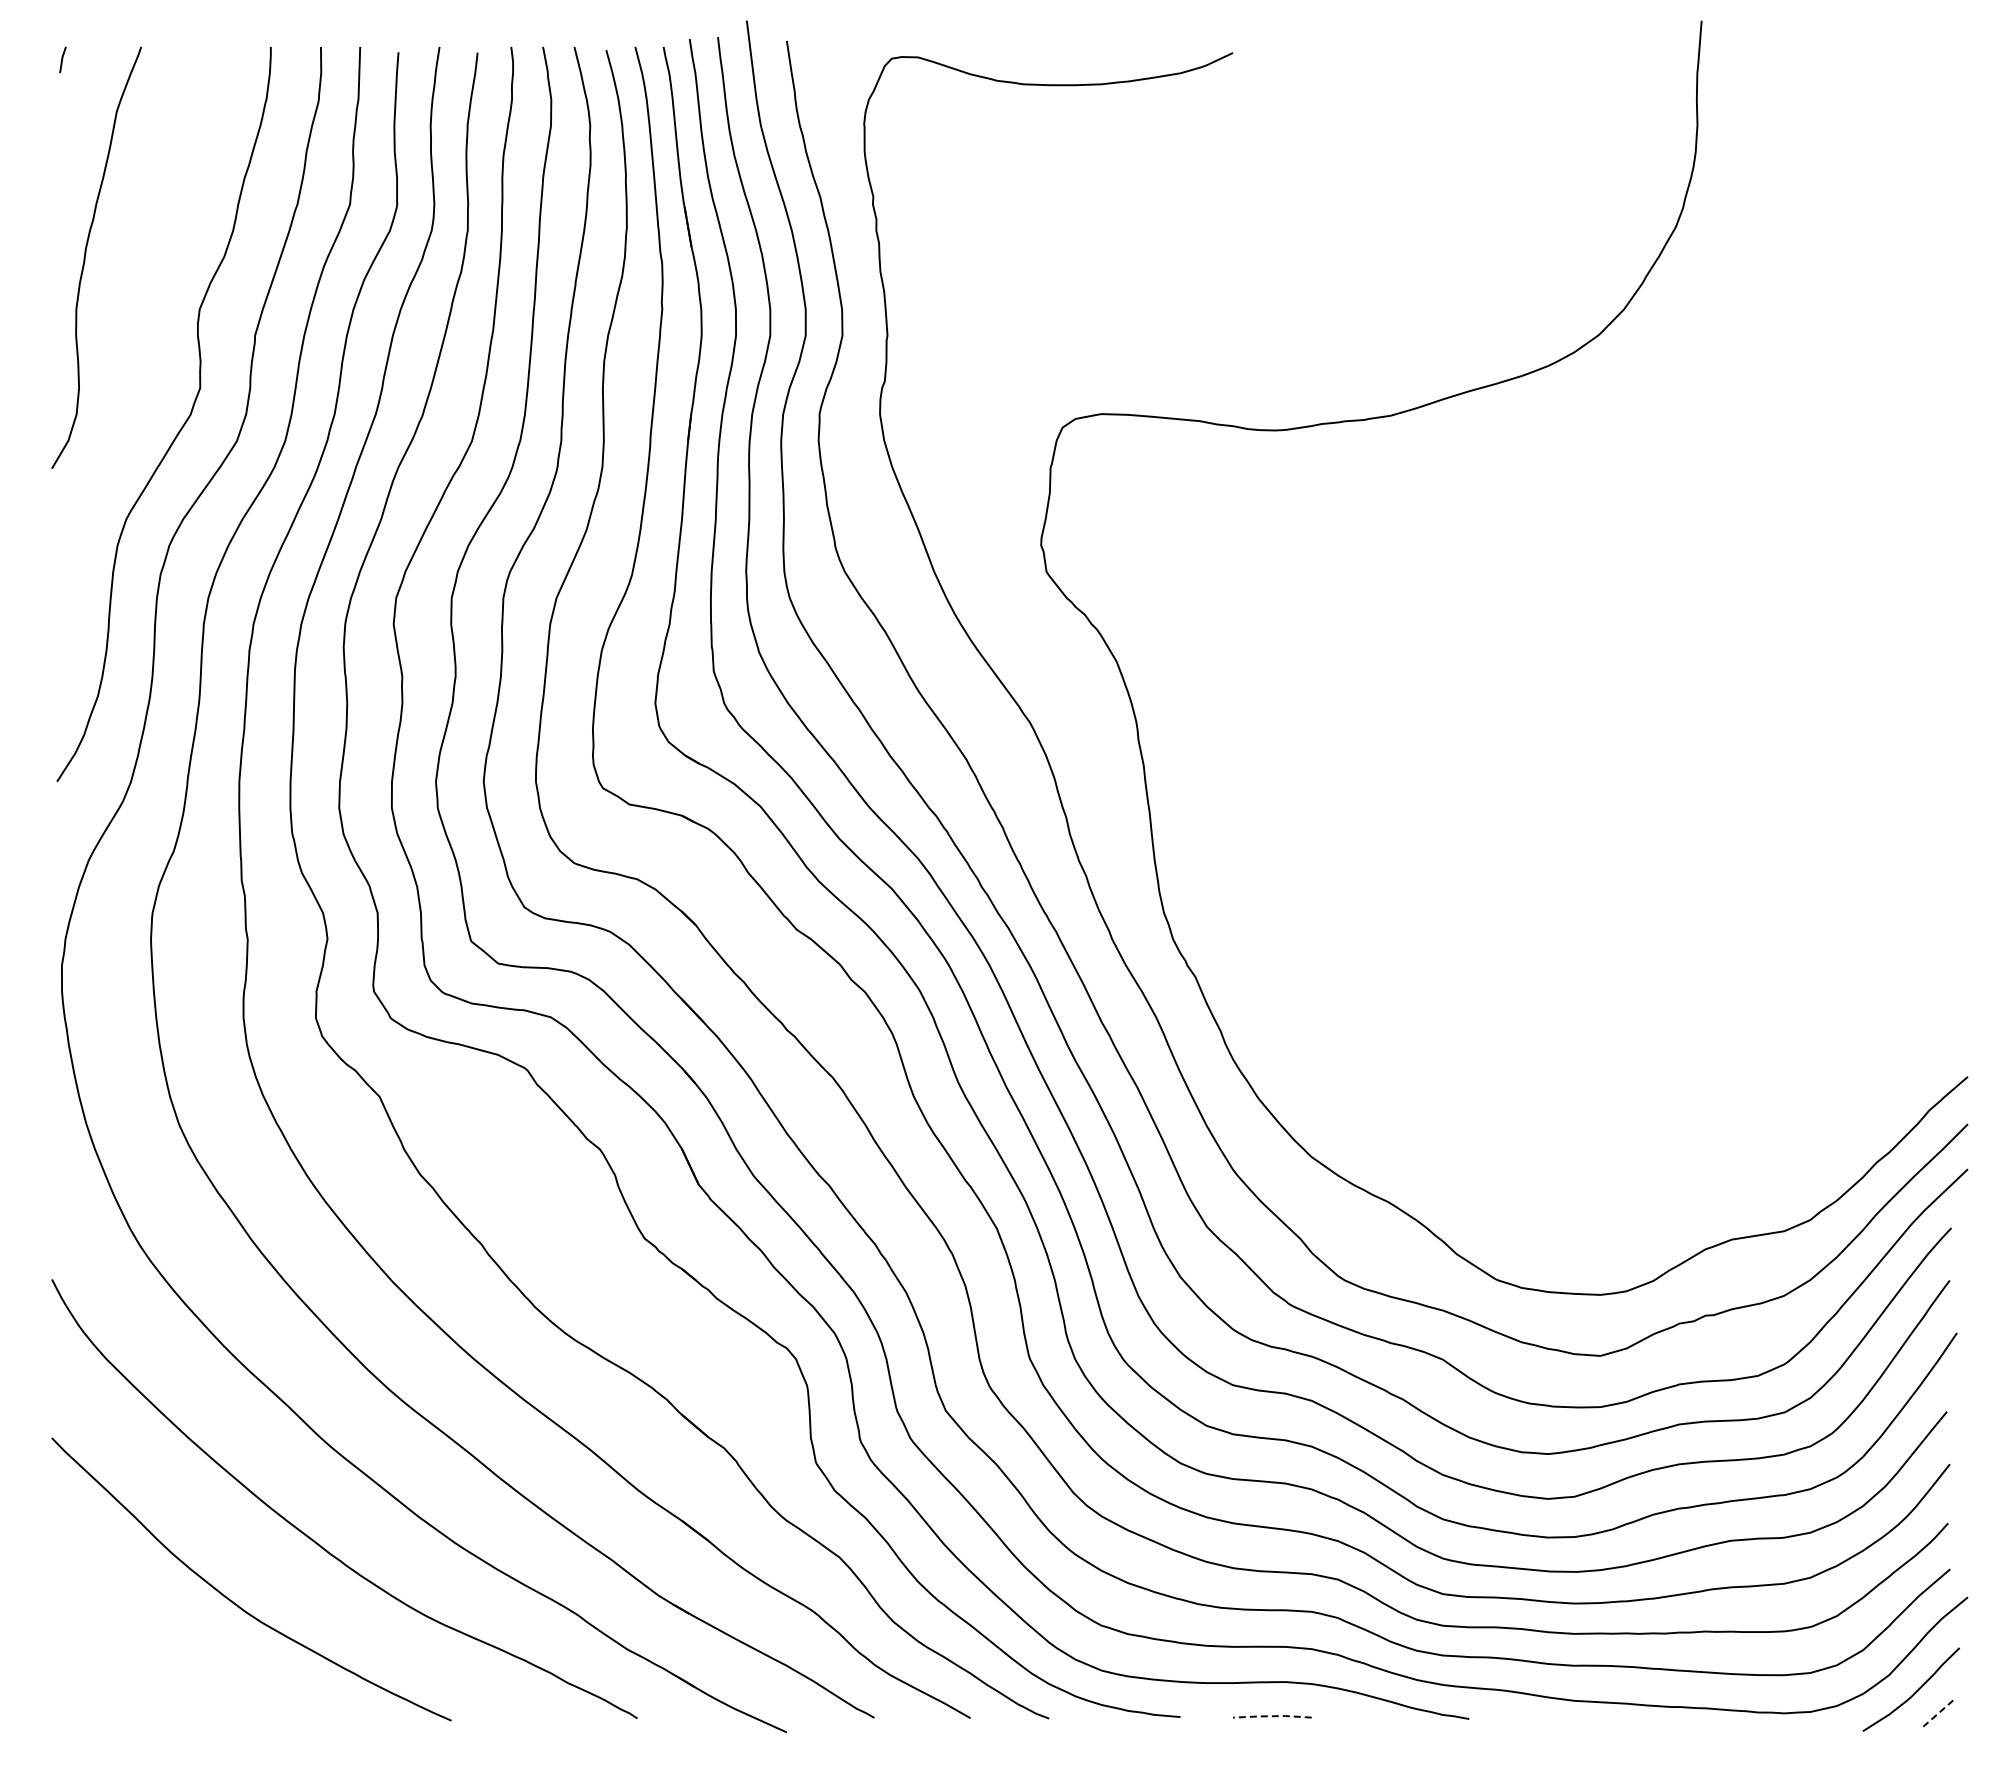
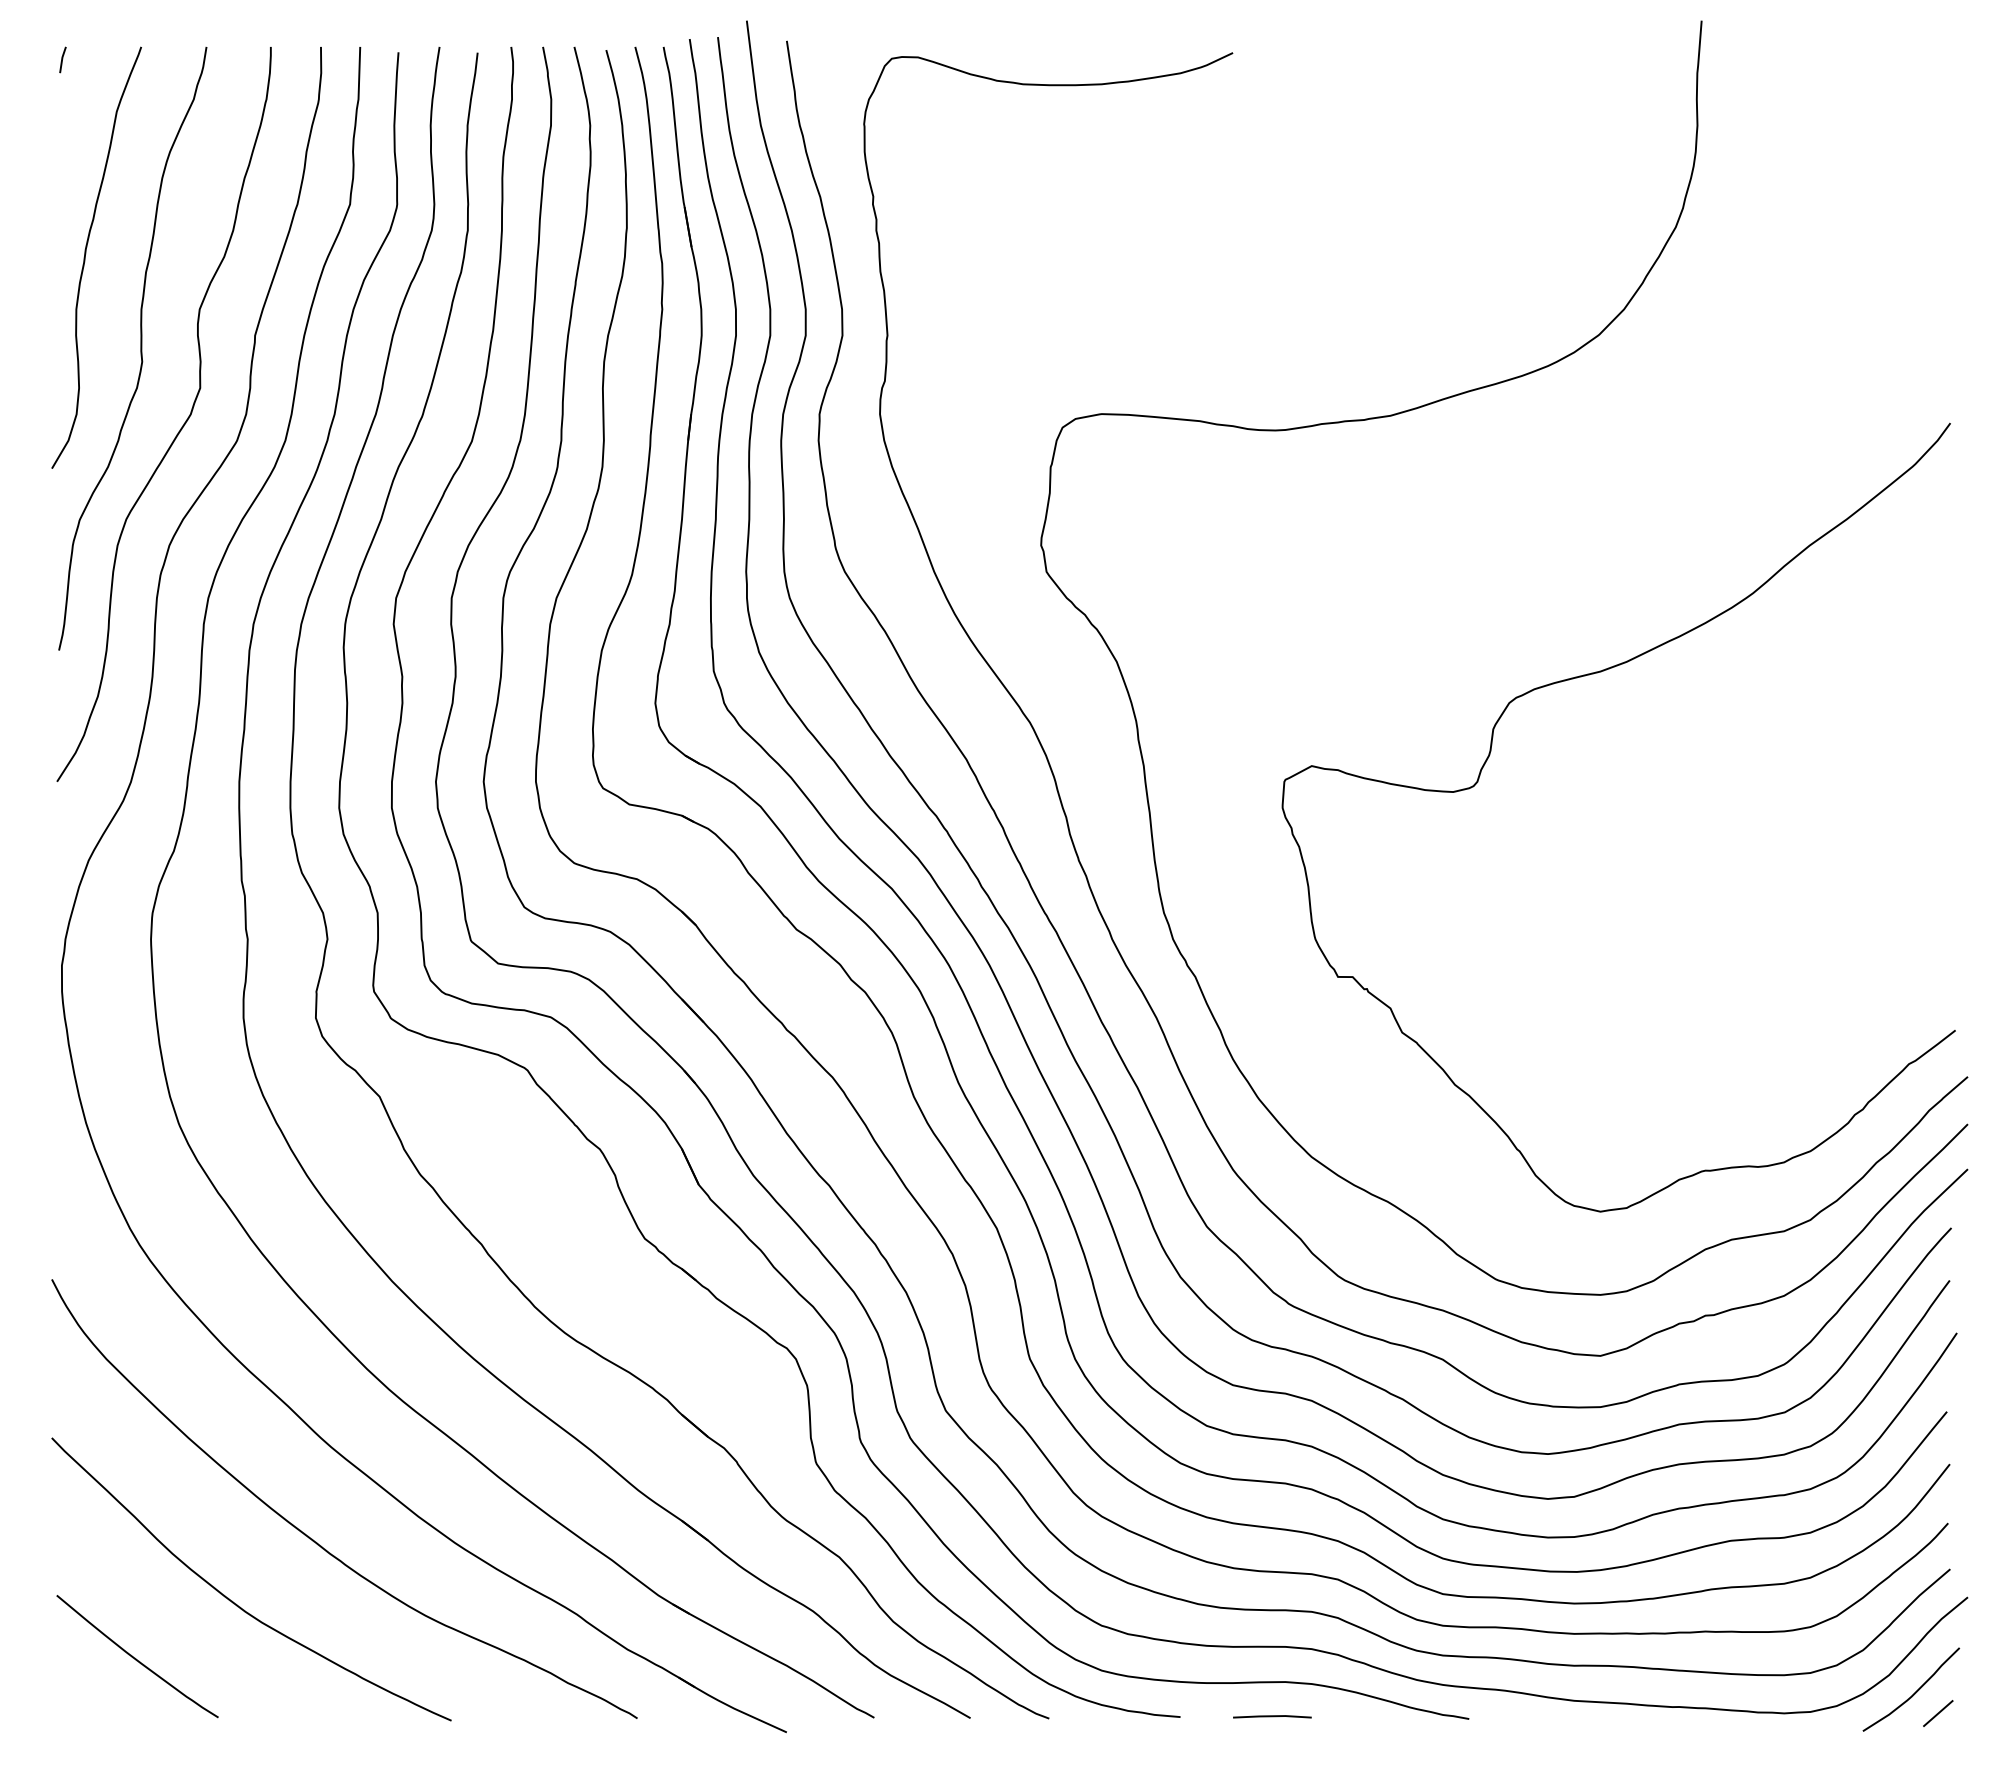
curve at (140, 348): none -> present
curve at (1489, 757): none -> present
curve at (135, 1657): none -> present
line at (1938, 1713): dashed -> solid
line at (1271, 1716): dashed -> solid
